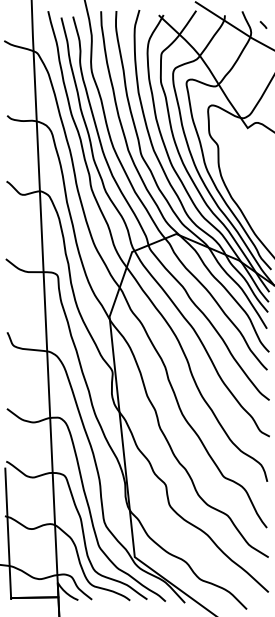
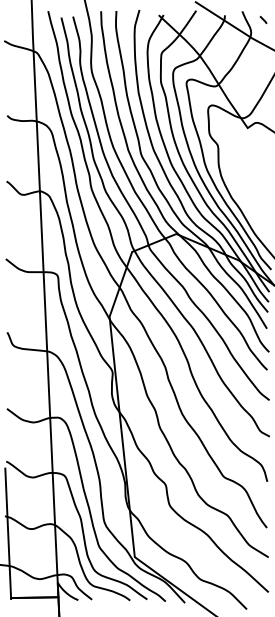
line at (263, 24) position: (263, 24) -> (263, 19)
